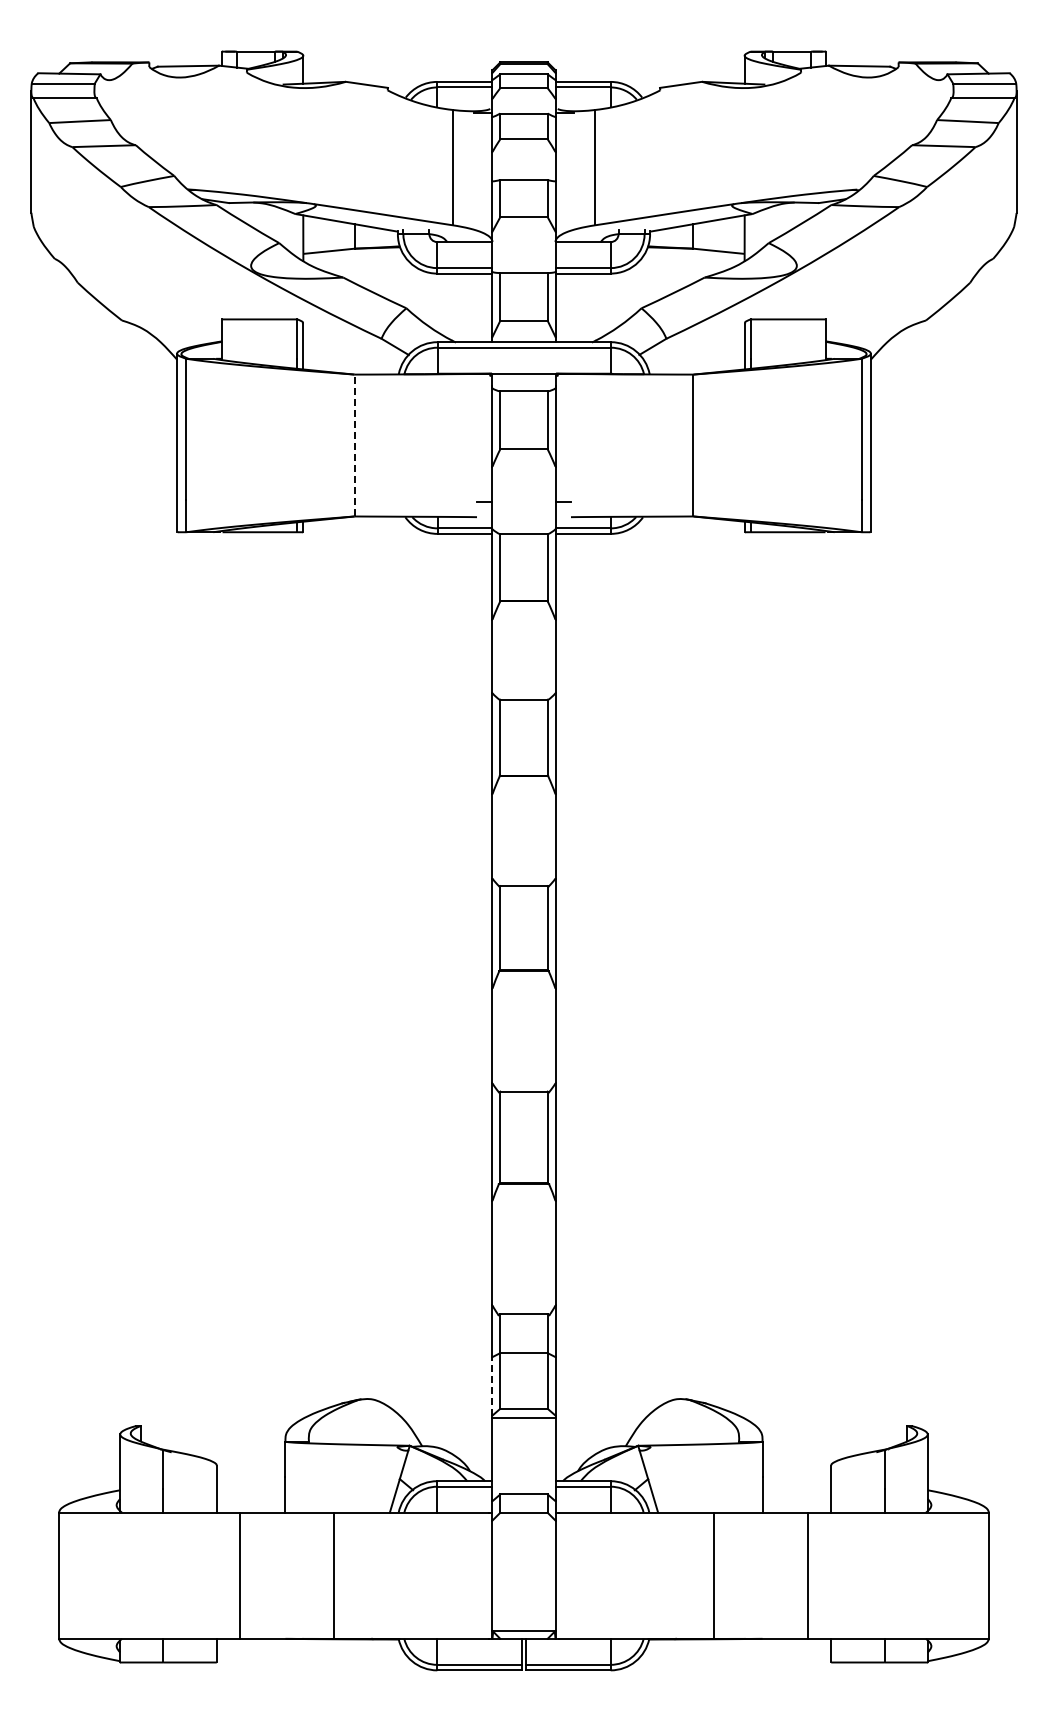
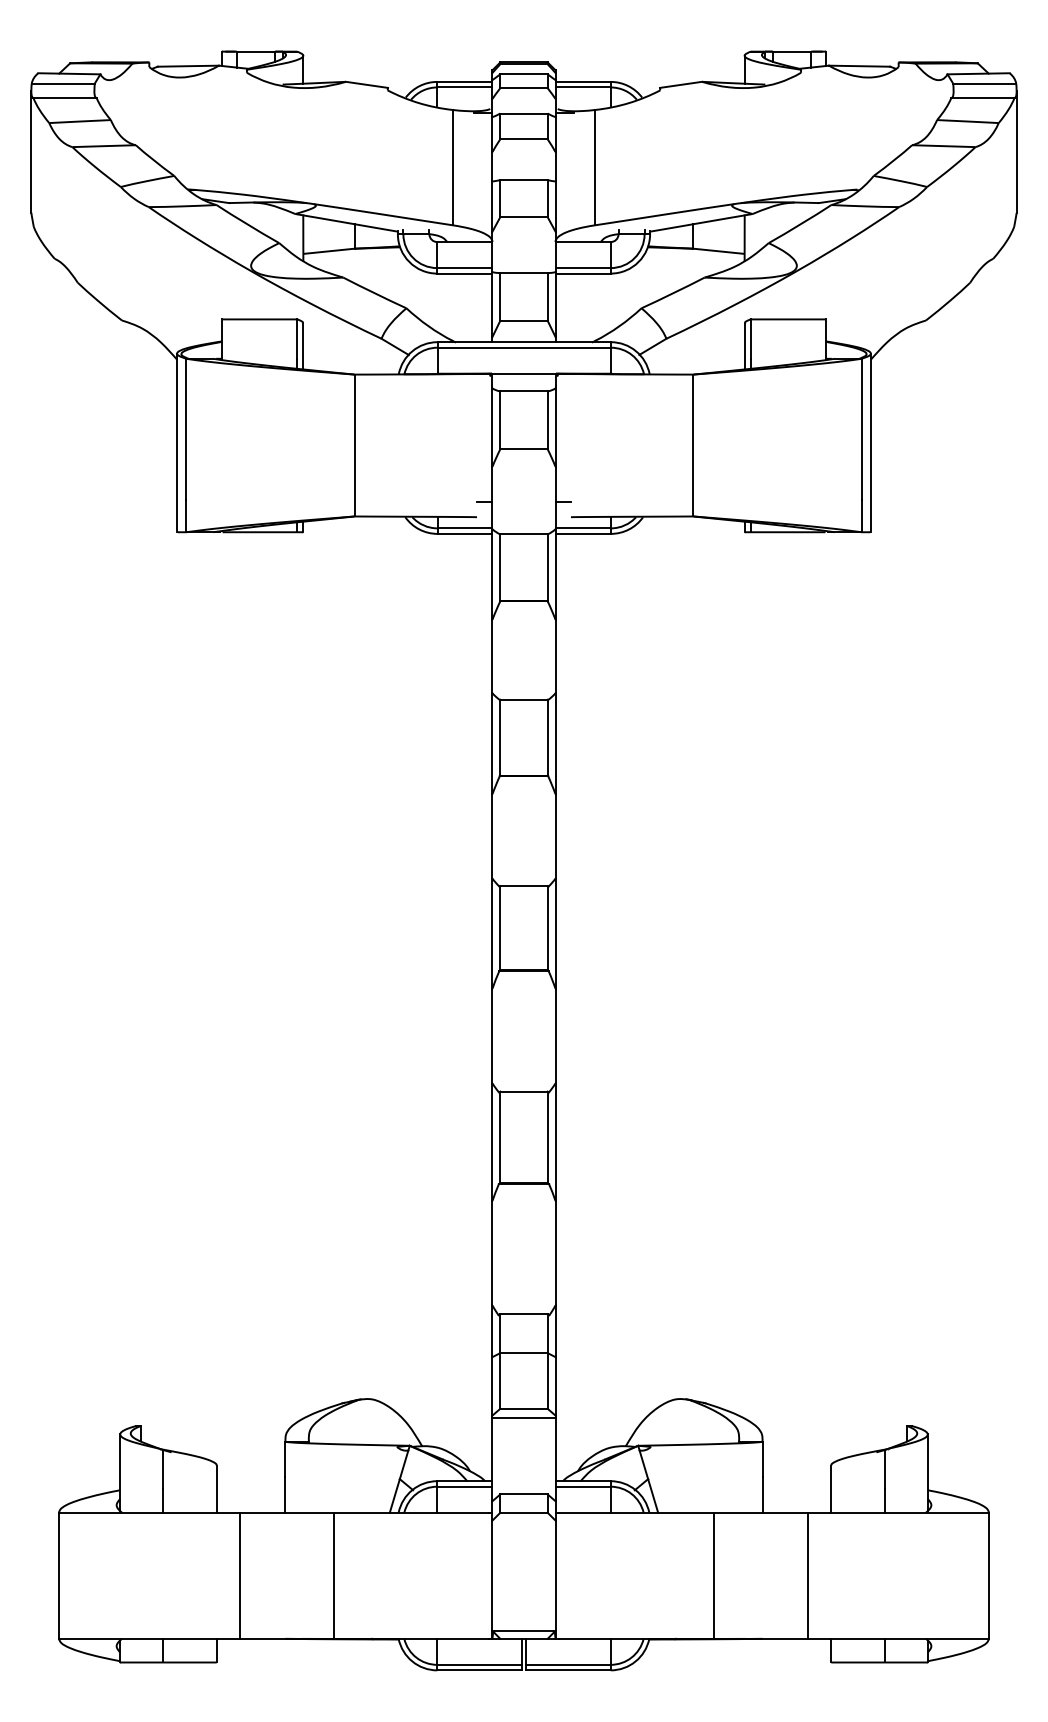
line at (354, 445): dashed -> solid
line at (492, 1385): dashed -> solid
